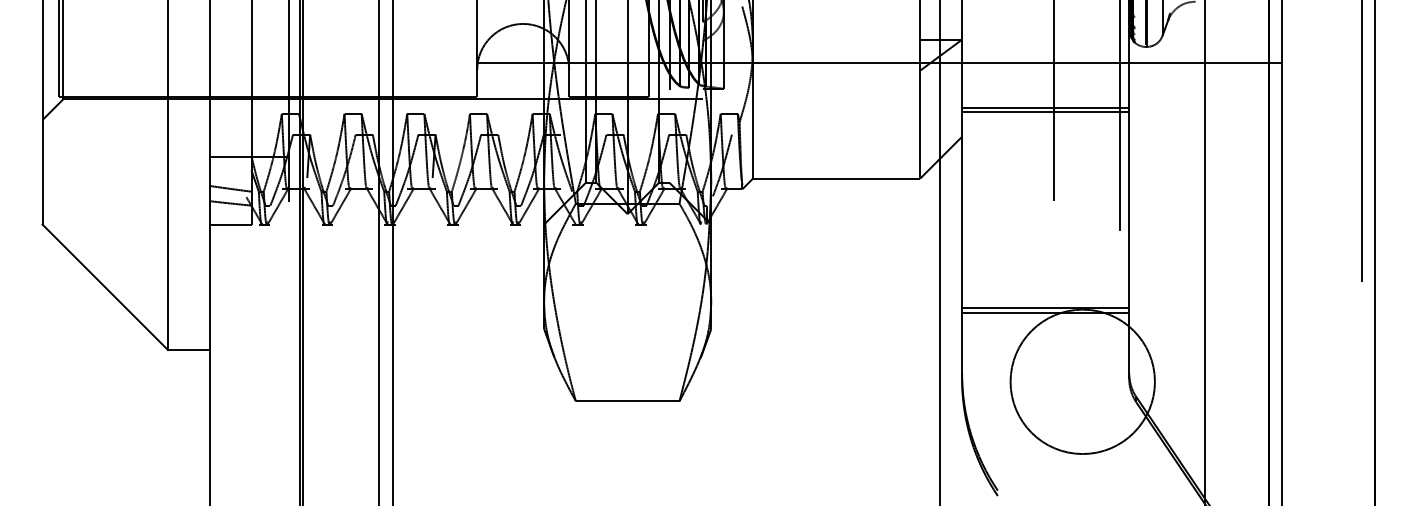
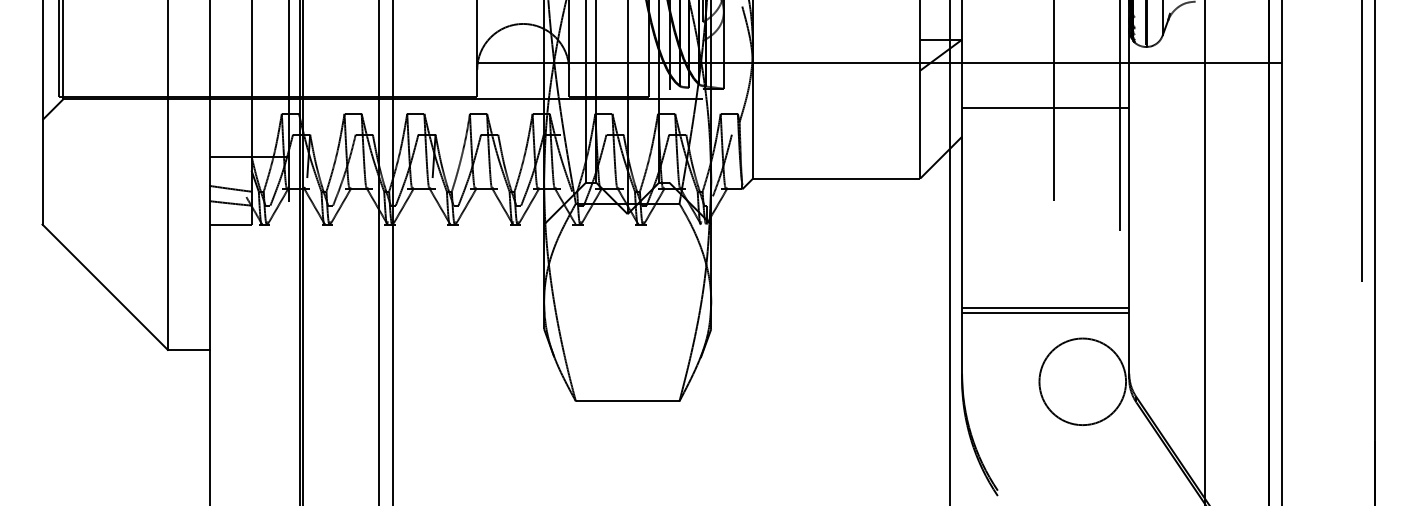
line at (1045, 111): present -> none
line at (939, 252) position: (939, 252) -> (949, 252)
circle at (1082, 381) diameter: 144 px -> 87 px
